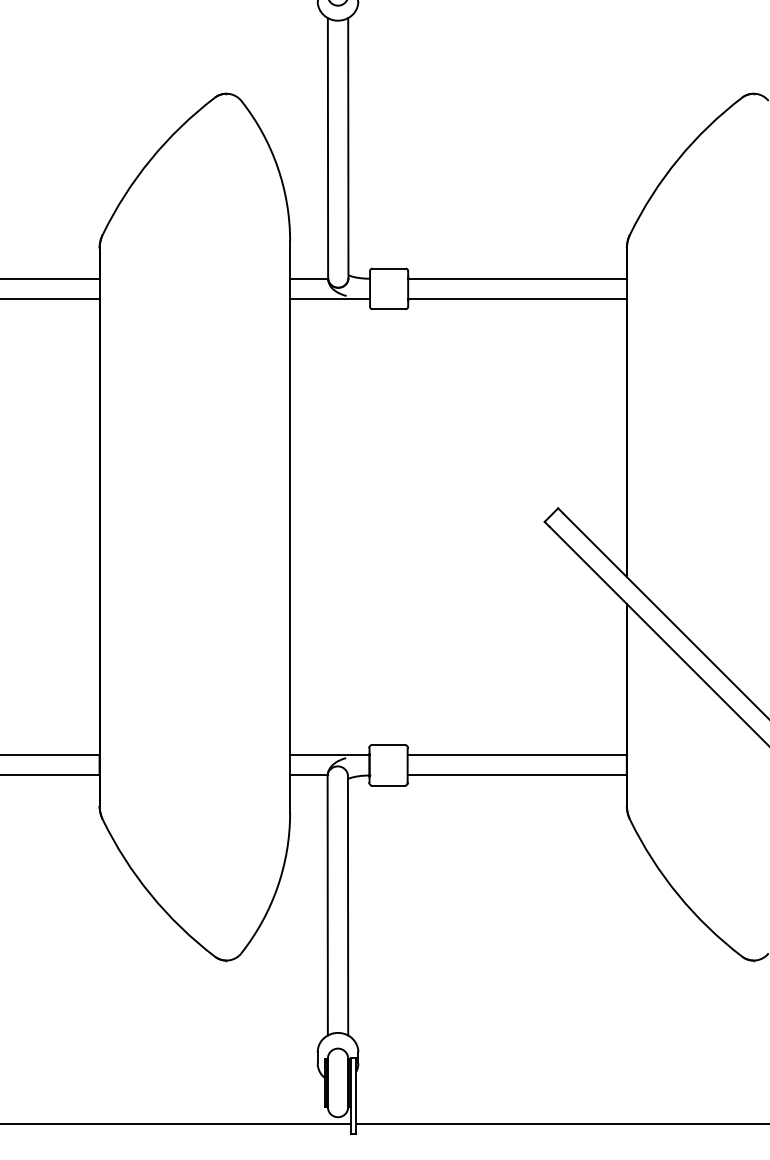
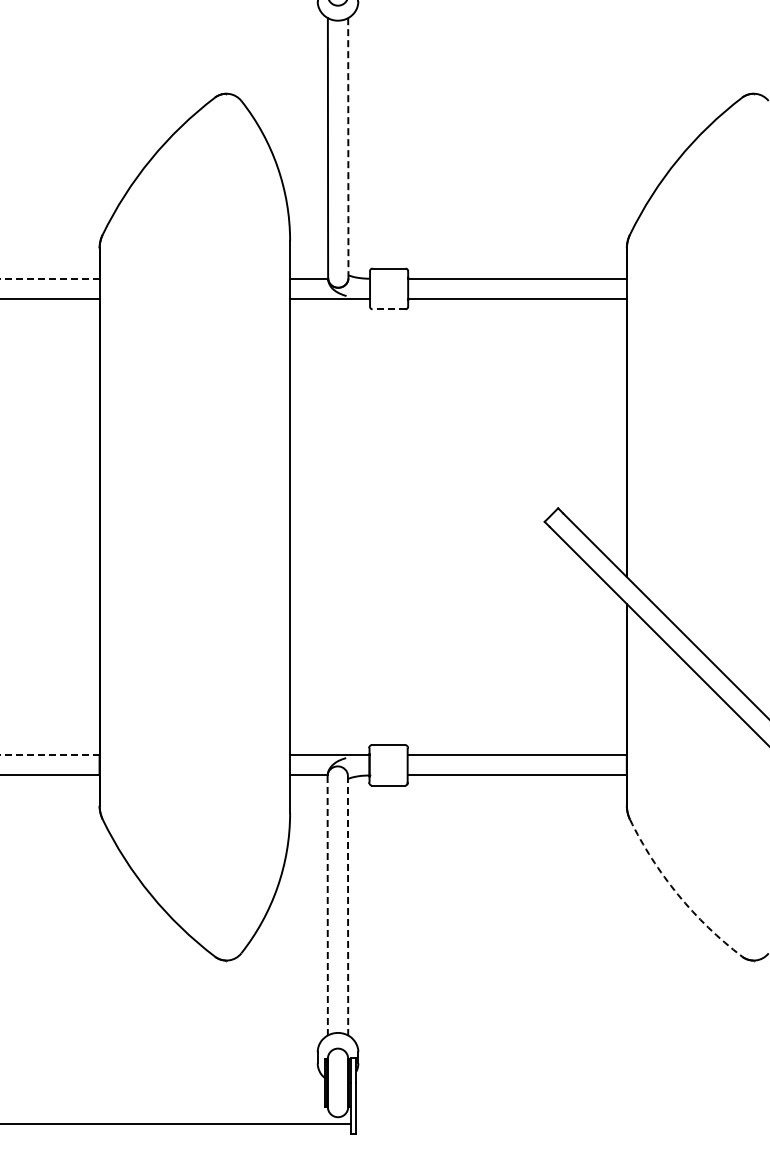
line at (348, 148): solid -> dashed
line at (49, 278): solid -> dashed
line at (389, 309): solid -> dashed
line at (49, 755): solid -> dashed
arc at (678, 894): solid -> dashed
line at (327, 905): solid -> dashed
line at (348, 905): solid -> dashed
line at (561, 1124): present -> none
